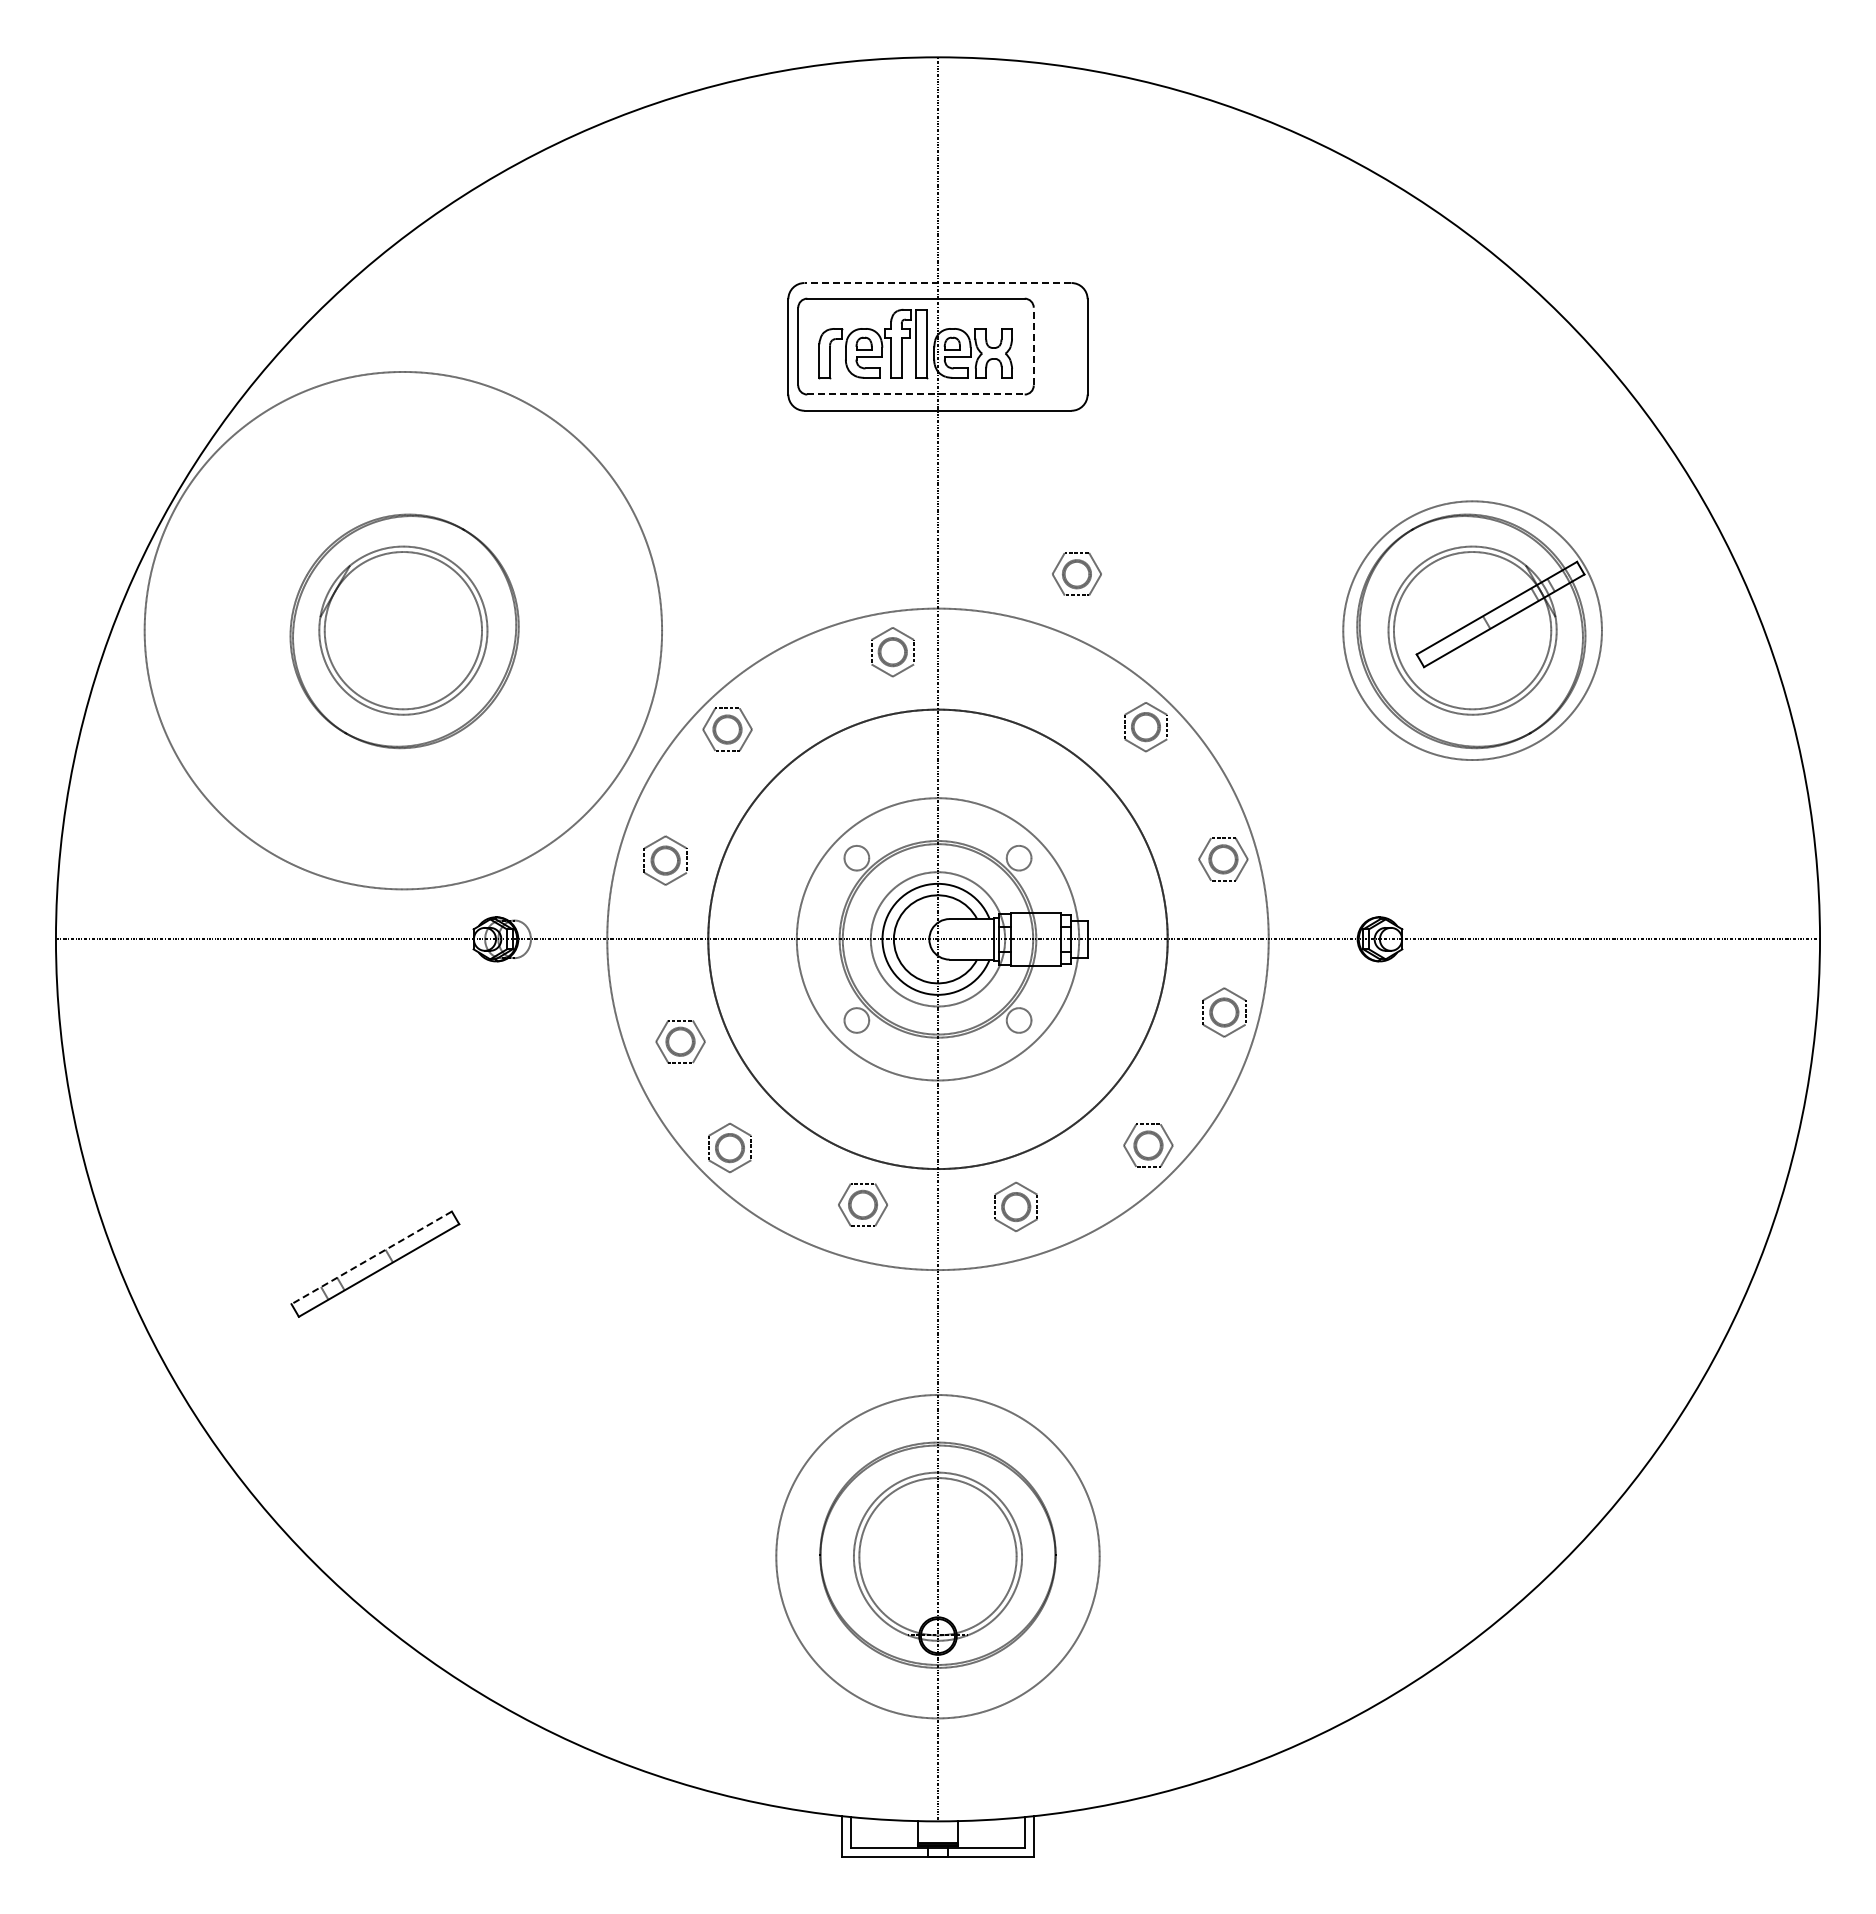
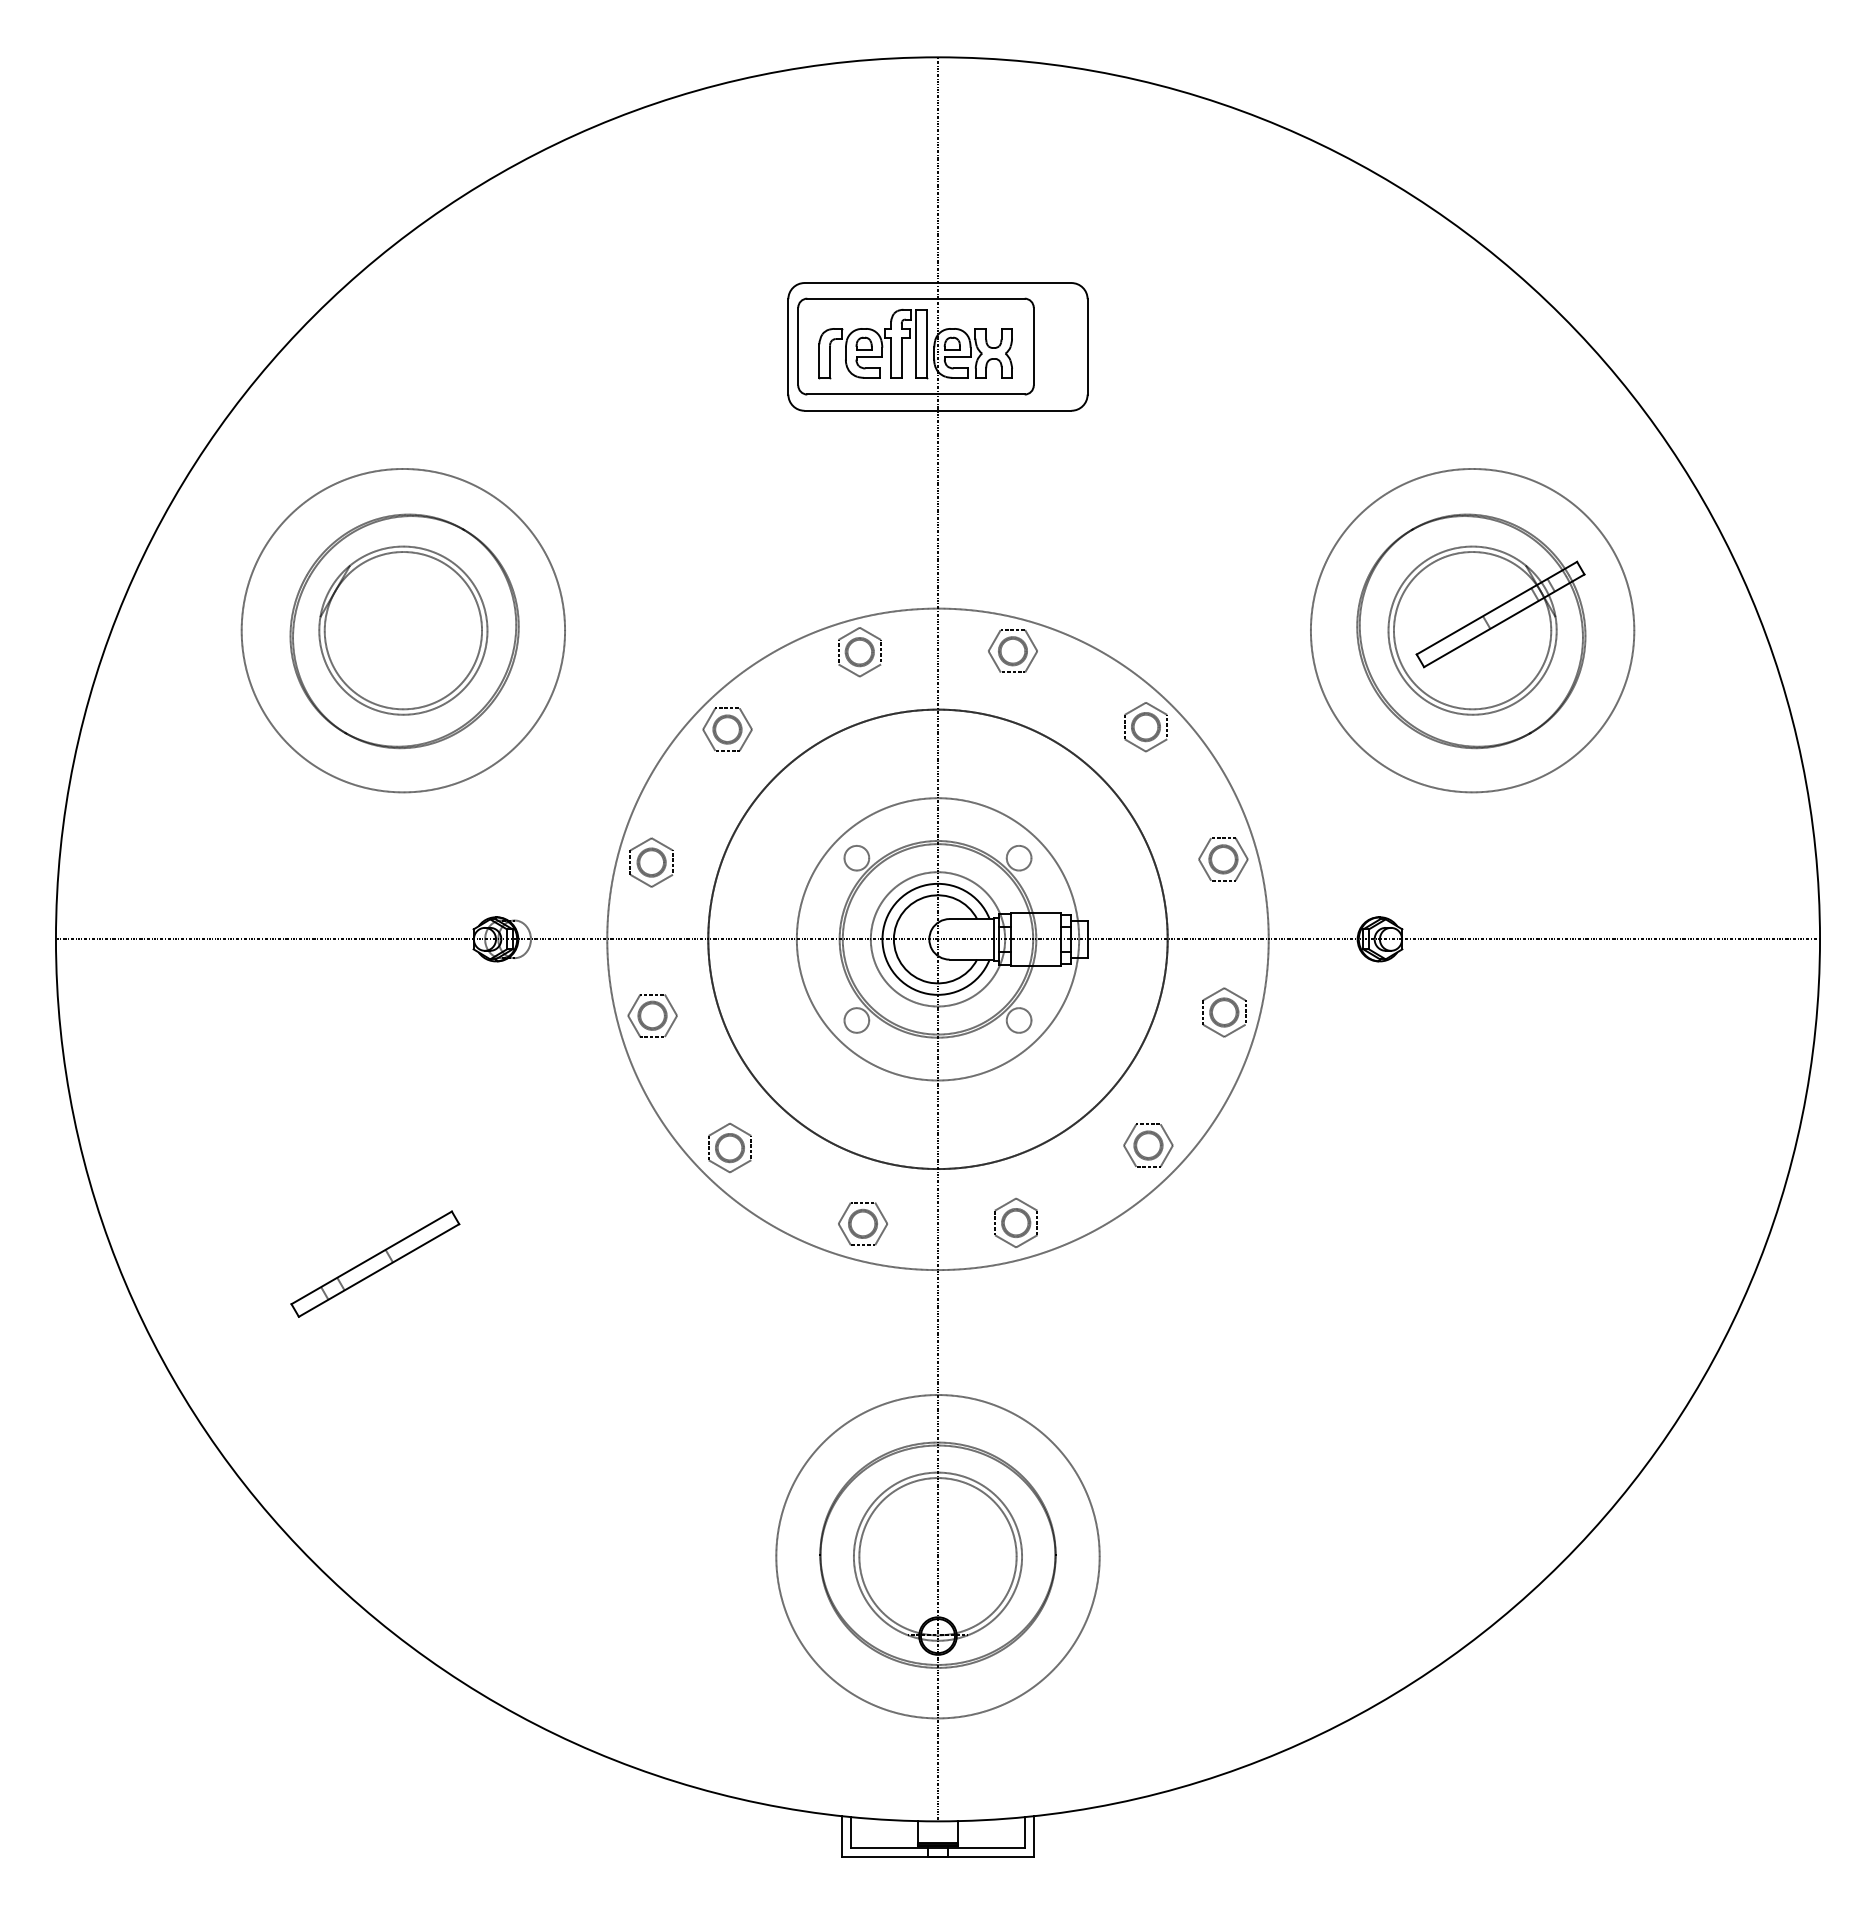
line at (937, 283): dashed -> solid
line at (1033, 346): dashed -> solid
line at (916, 394): dashed -> solid
part at (1076, 573) position: (1076, 573) -> (1012, 650)
circle at (403, 630) diameter: 517 px -> 323 px
circle at (1472, 630) diameter: 259 px -> 323 px
part at (892, 652) position: (892, 652) -> (859, 652)
part at (665, 860) position: (665, 860) -> (651, 862)
part at (680, 1041) position: (680, 1041) -> (652, 1015)
part at (862, 1204) position: (862, 1204) -> (862, 1223)
part at (1015, 1206) position: (1015, 1206) -> (1015, 1222)
line at (371, 1257): dashed -> solid
